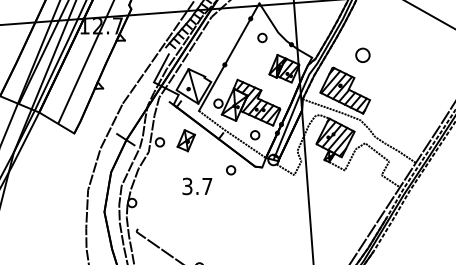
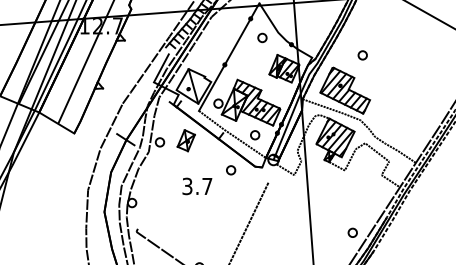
part at (362, 54) size: 16x16 px -> 11x11 px
line at (249, 221): none -> present
part at (352, 232): none -> present
